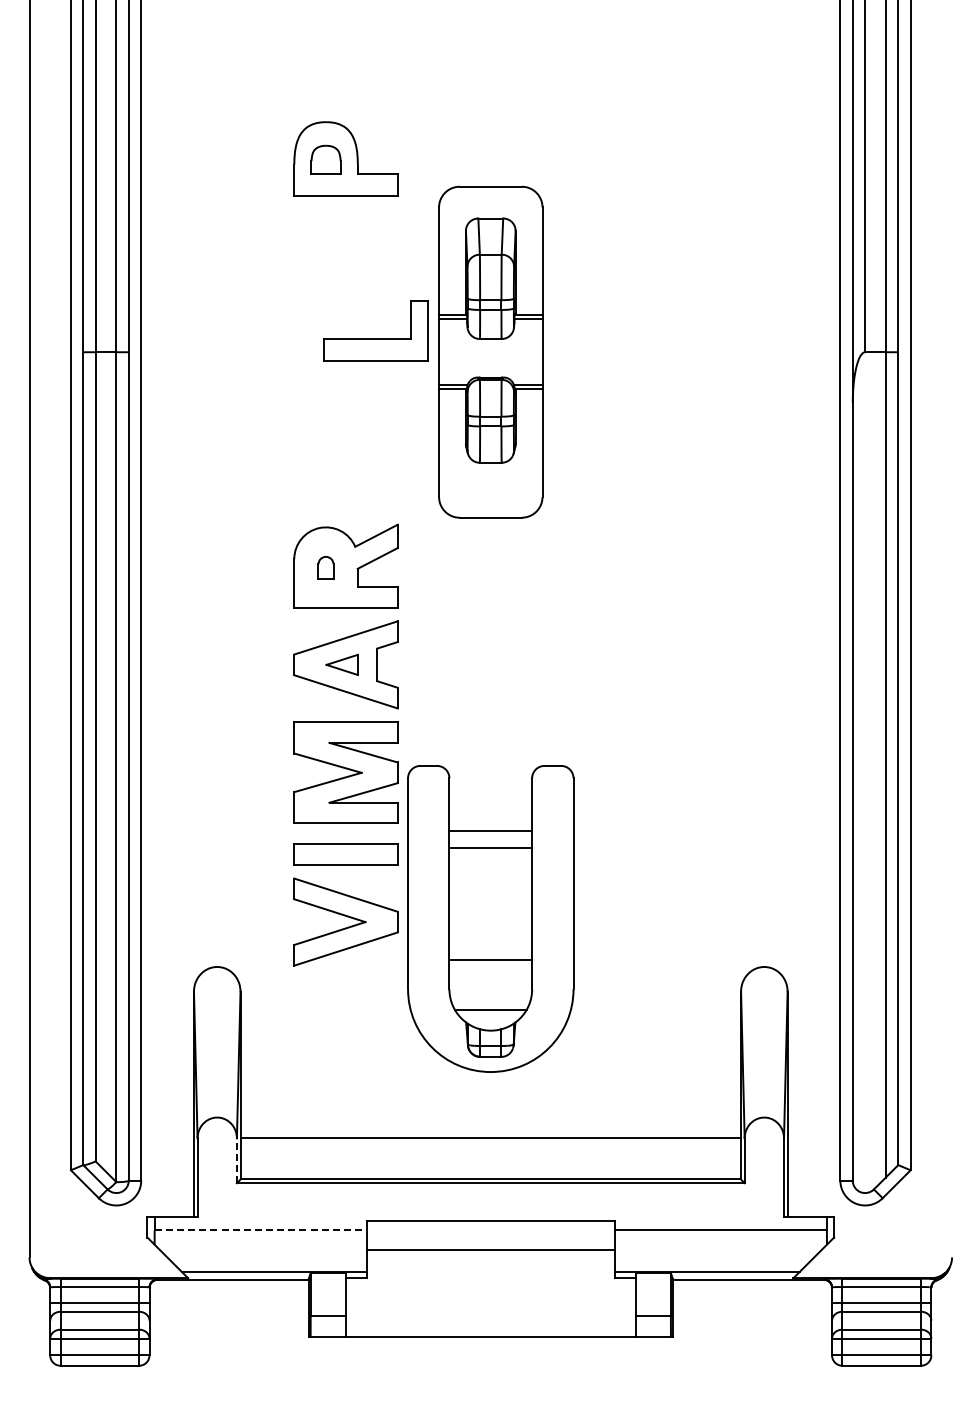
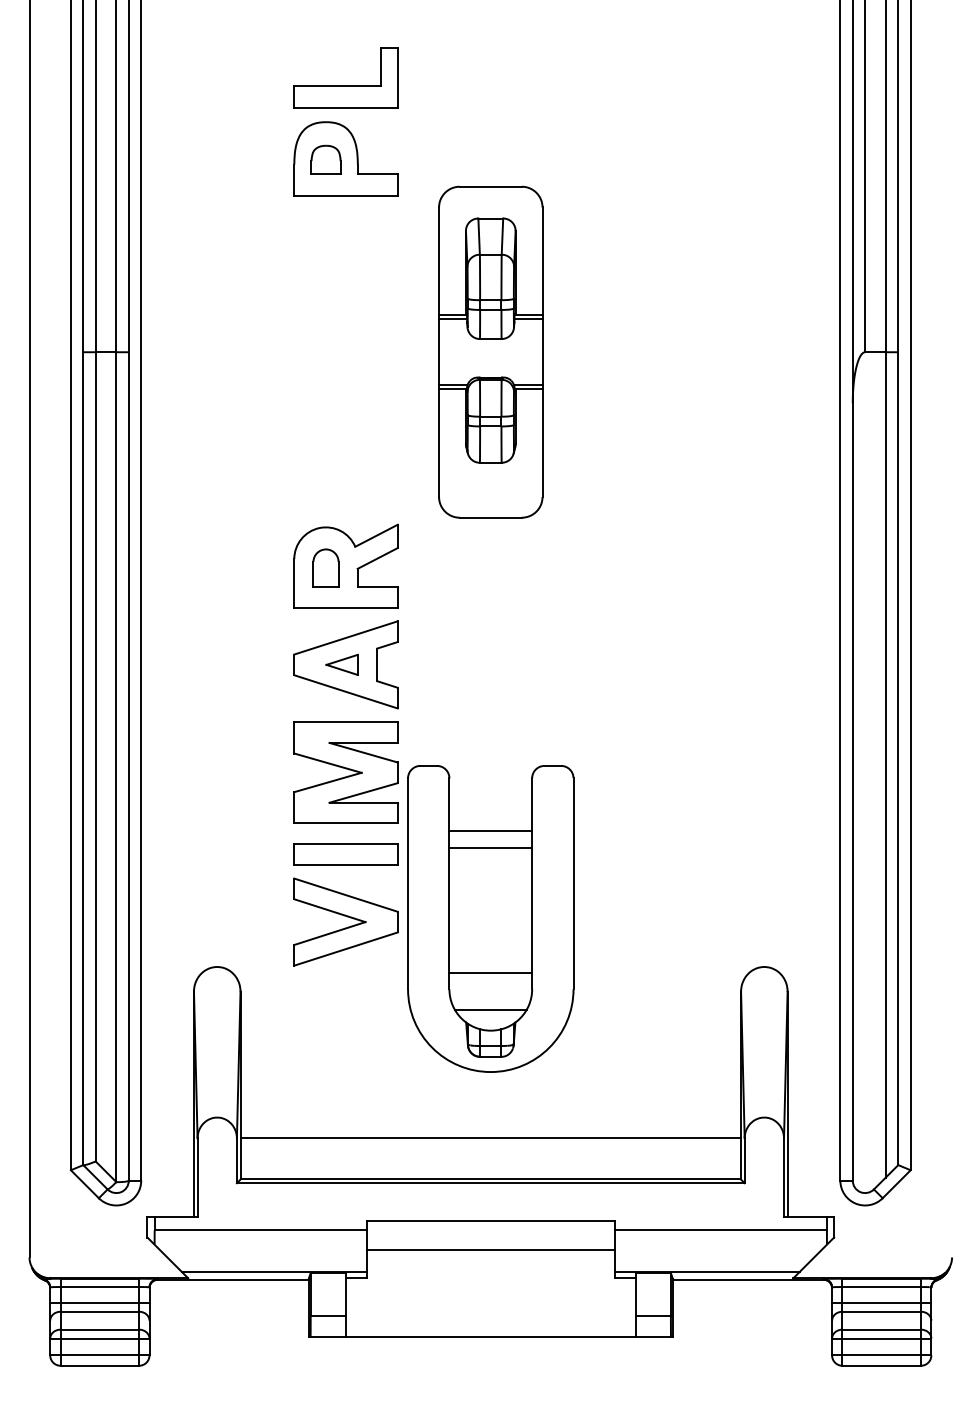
part at (375, 338) position: (375, 338) -> (345, 85)
part at (325, 567) size: 18x24 px -> 28x40 px
line at (490, 959) position: (490, 959) -> (490, 972)
line at (236, 1160): dashed -> solid
line at (261, 1230): dashed -> solid
